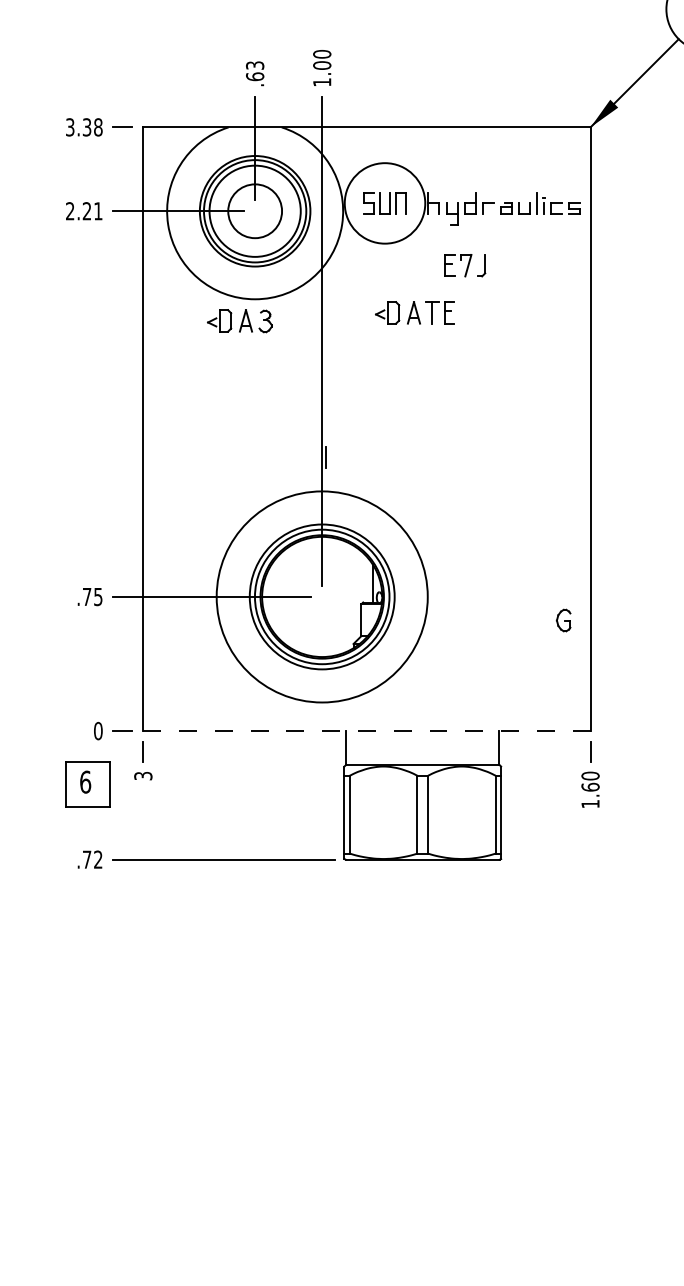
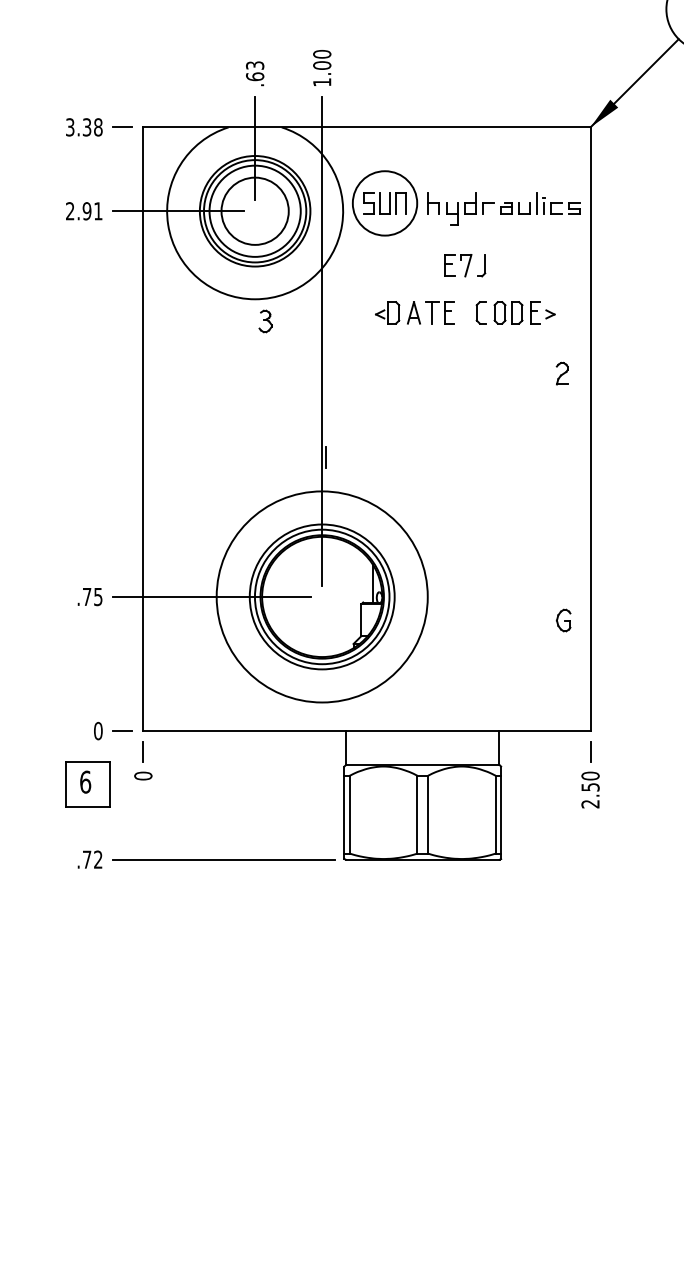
circle at (384, 203) diameter: 80 px -> 64 px
text at (86, 211): 2.21 -> 2.91
circle at (255, 211) diameter: 54 px -> 67 px
part at (515, 312): none -> present
part at (229, 320): present -> none
part at (561, 373): none -> present
line at (366, 731): dashed -> solid
text at (143, 775): 3 -> 0
text at (590, 795): 1.60 -> 2.50
